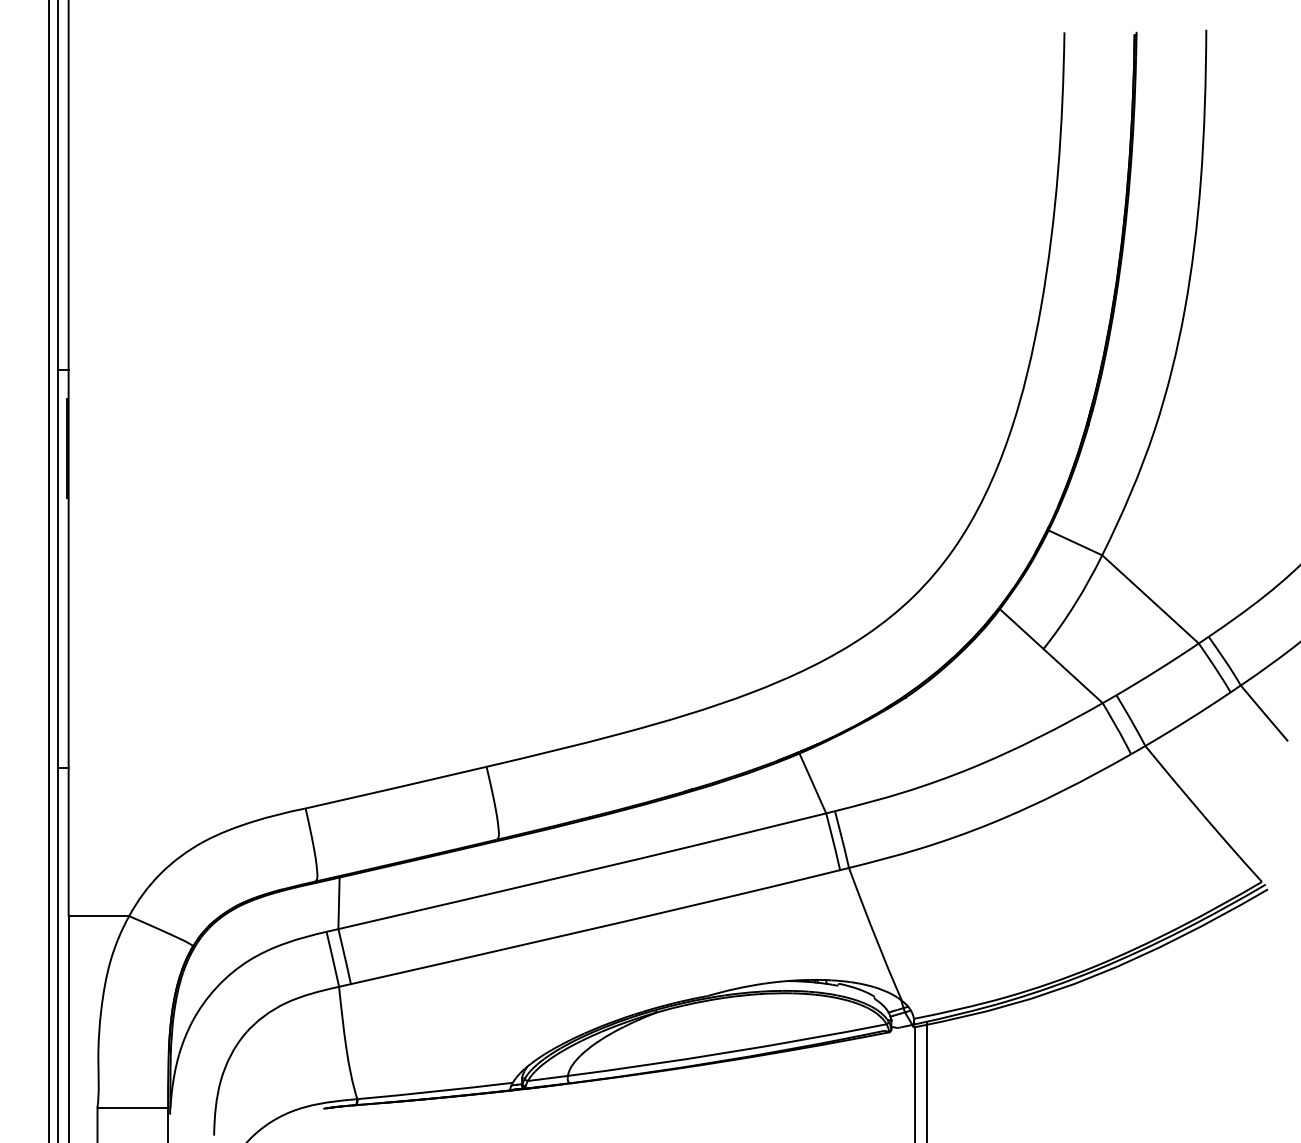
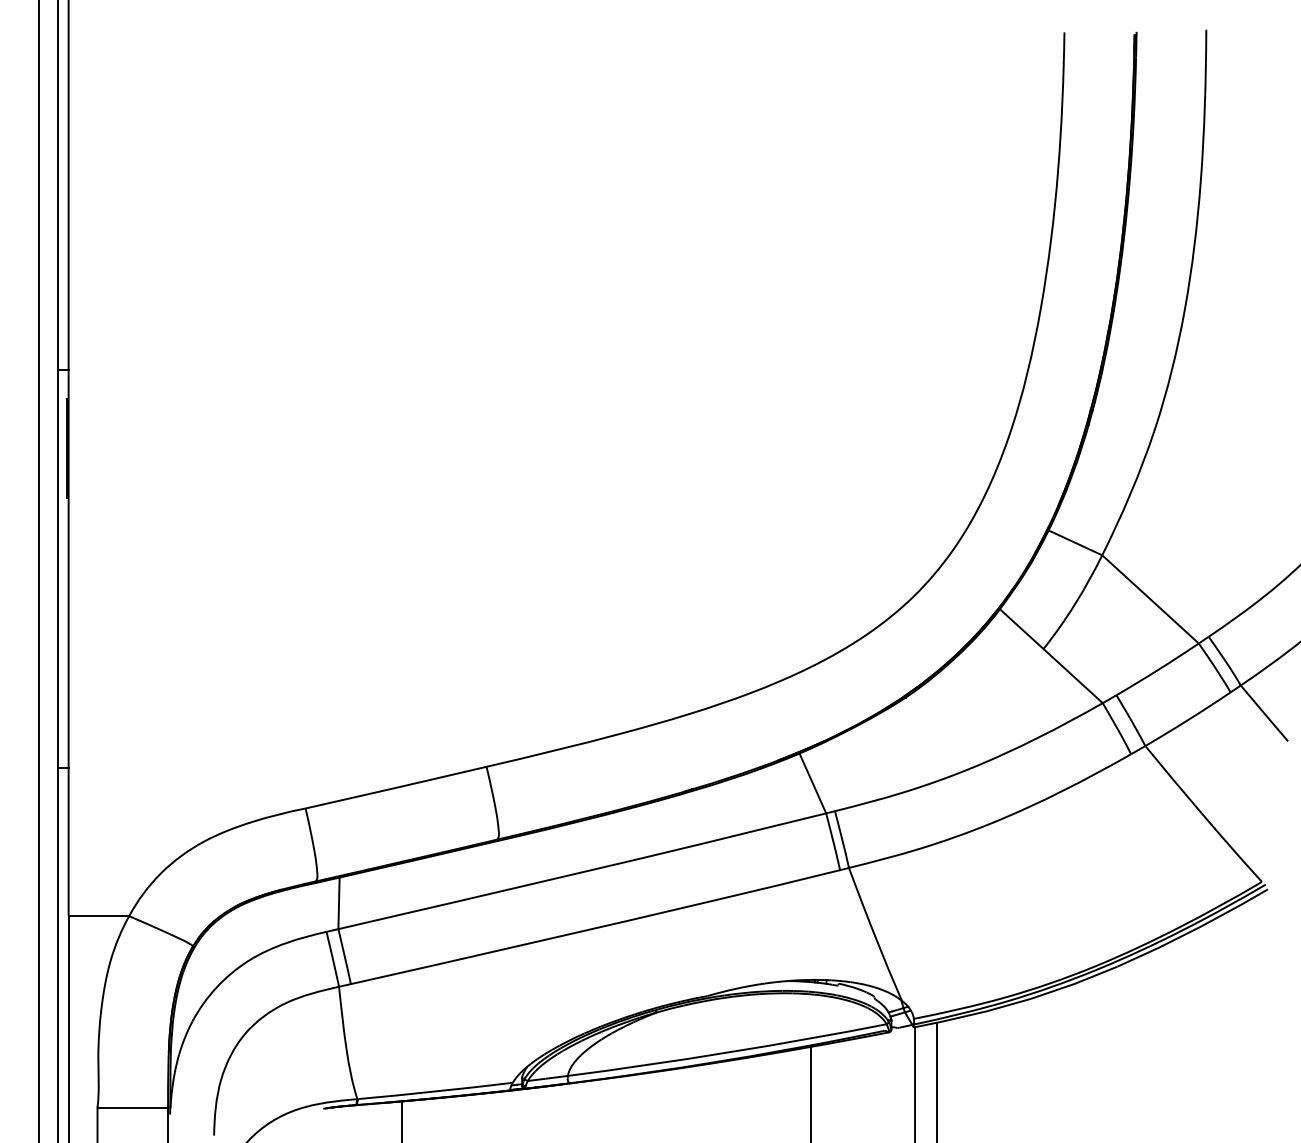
line at (49, 570) position: (49, 570) -> (39, 570)
line at (926, 1080) position: (926, 1080) -> (936, 1080)
line at (811, 1092): none -> present
line at (401, 1120): none -> present
